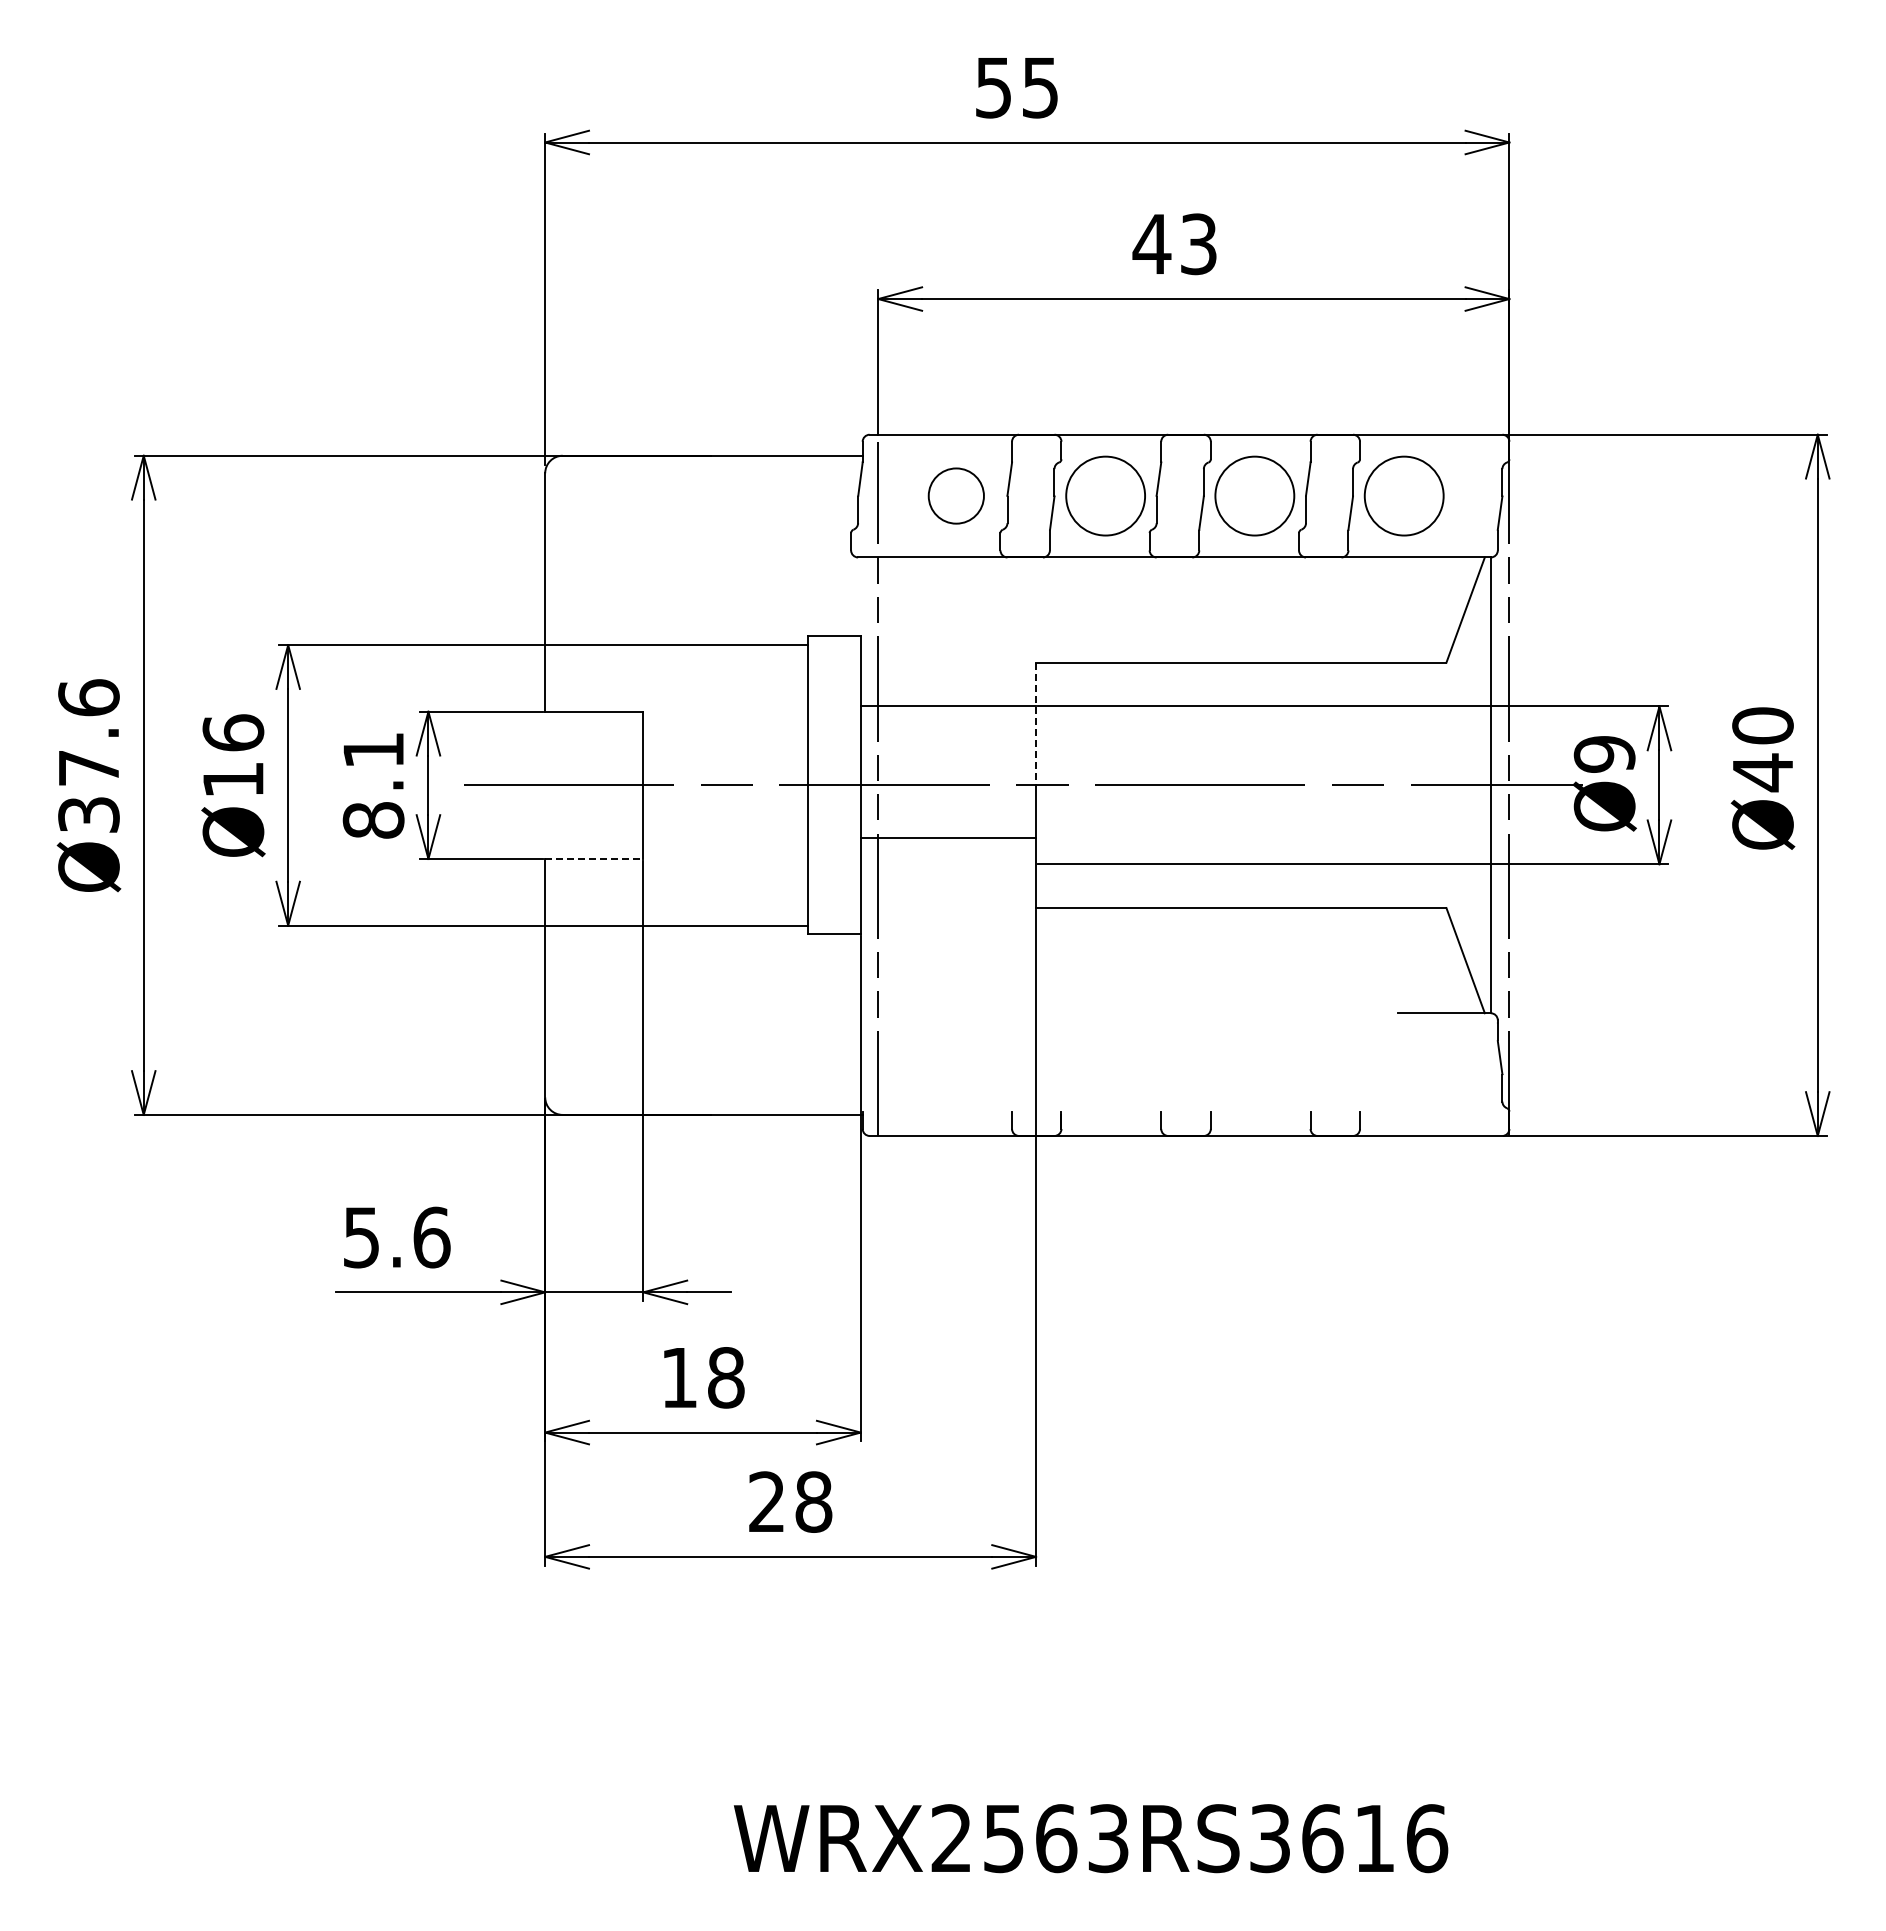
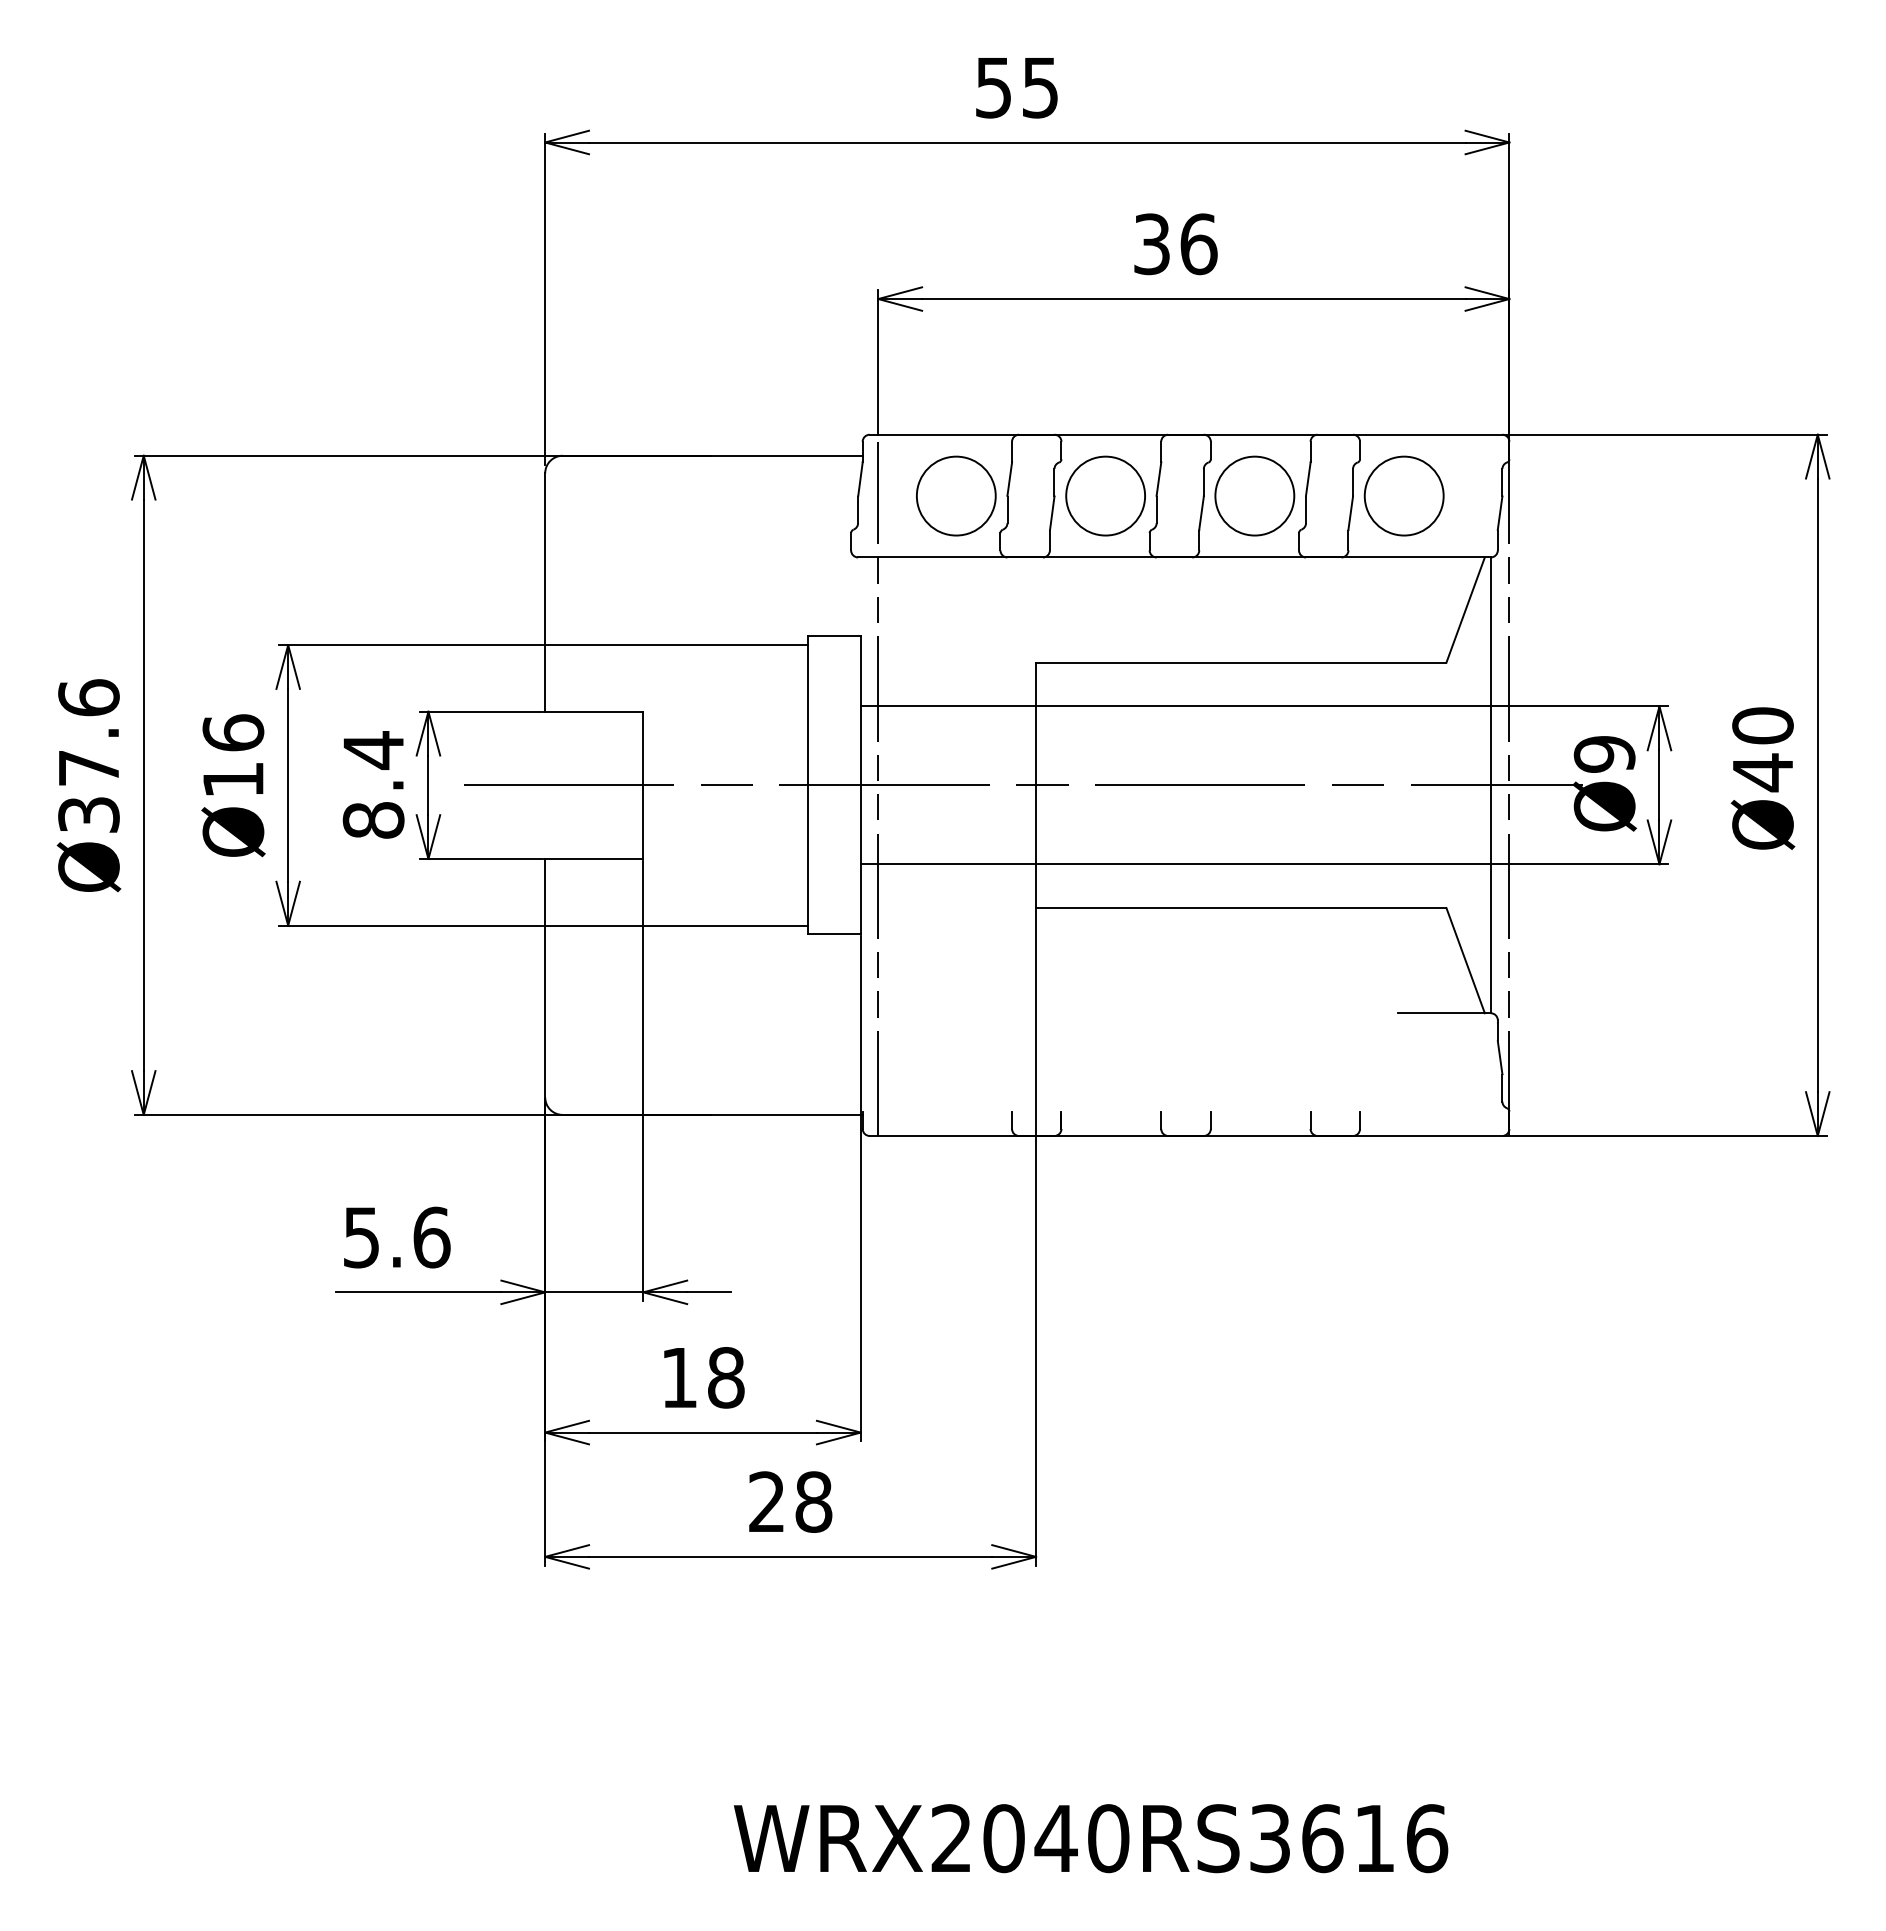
text at (1174, 244): 43 -> 36
circle at (955, 495) size: 58x58 px -> 81x82 px
line at (1036, 724): dashed -> solid
text at (373, 750): 8.1 -> 8.4
line at (948, 838) position: (948, 838) -> (948, 864)
line at (594, 858): dashed -> solid
text at (1056, 1838): WRX2563RS3616 -> WRX2040RS3616
